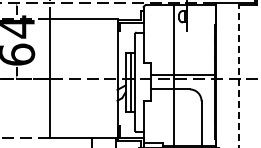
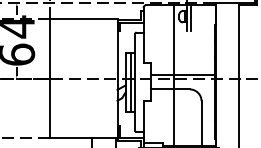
line at (190, 17): none -> present
line at (239, 76): dashed -> solid
